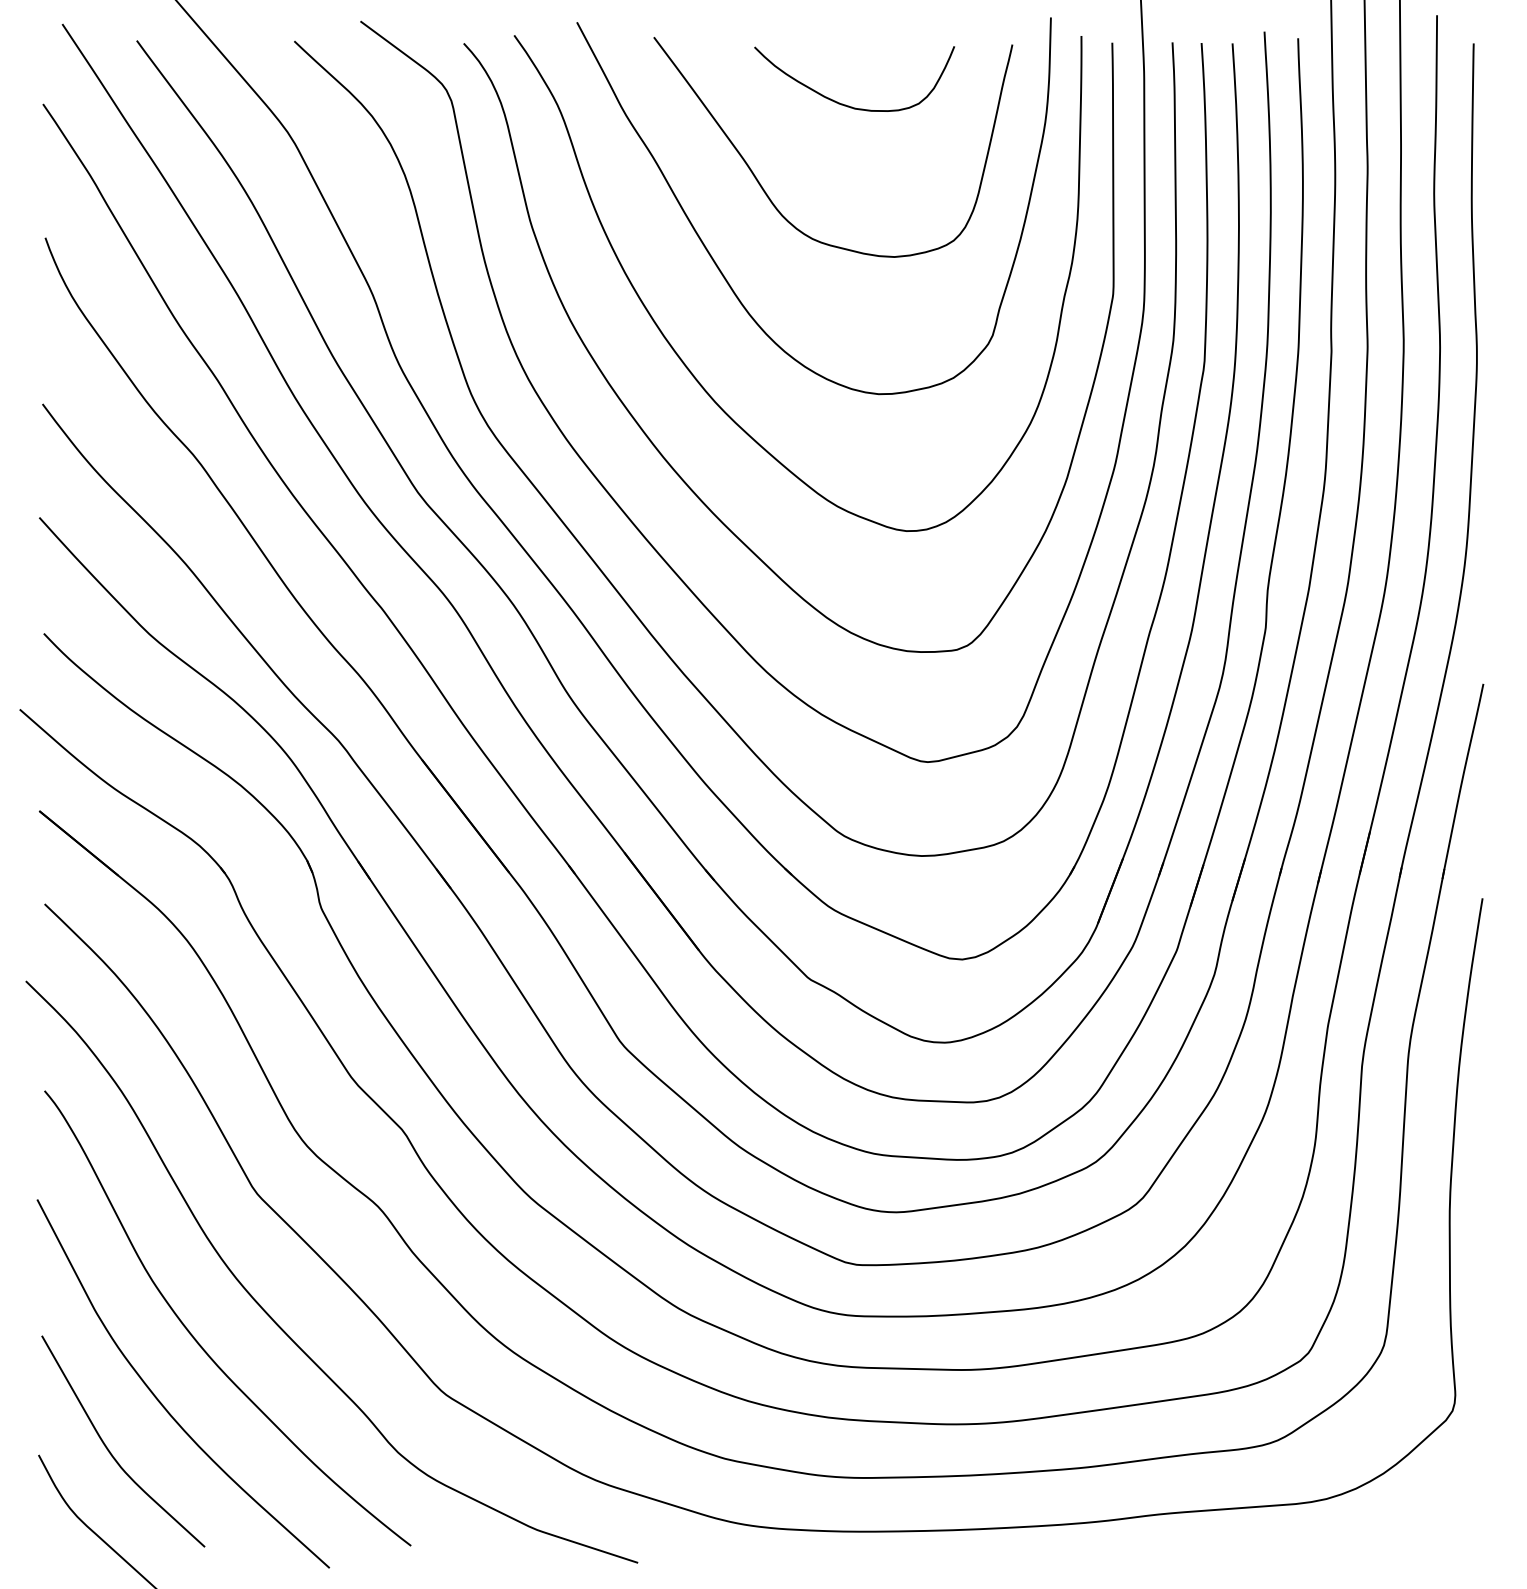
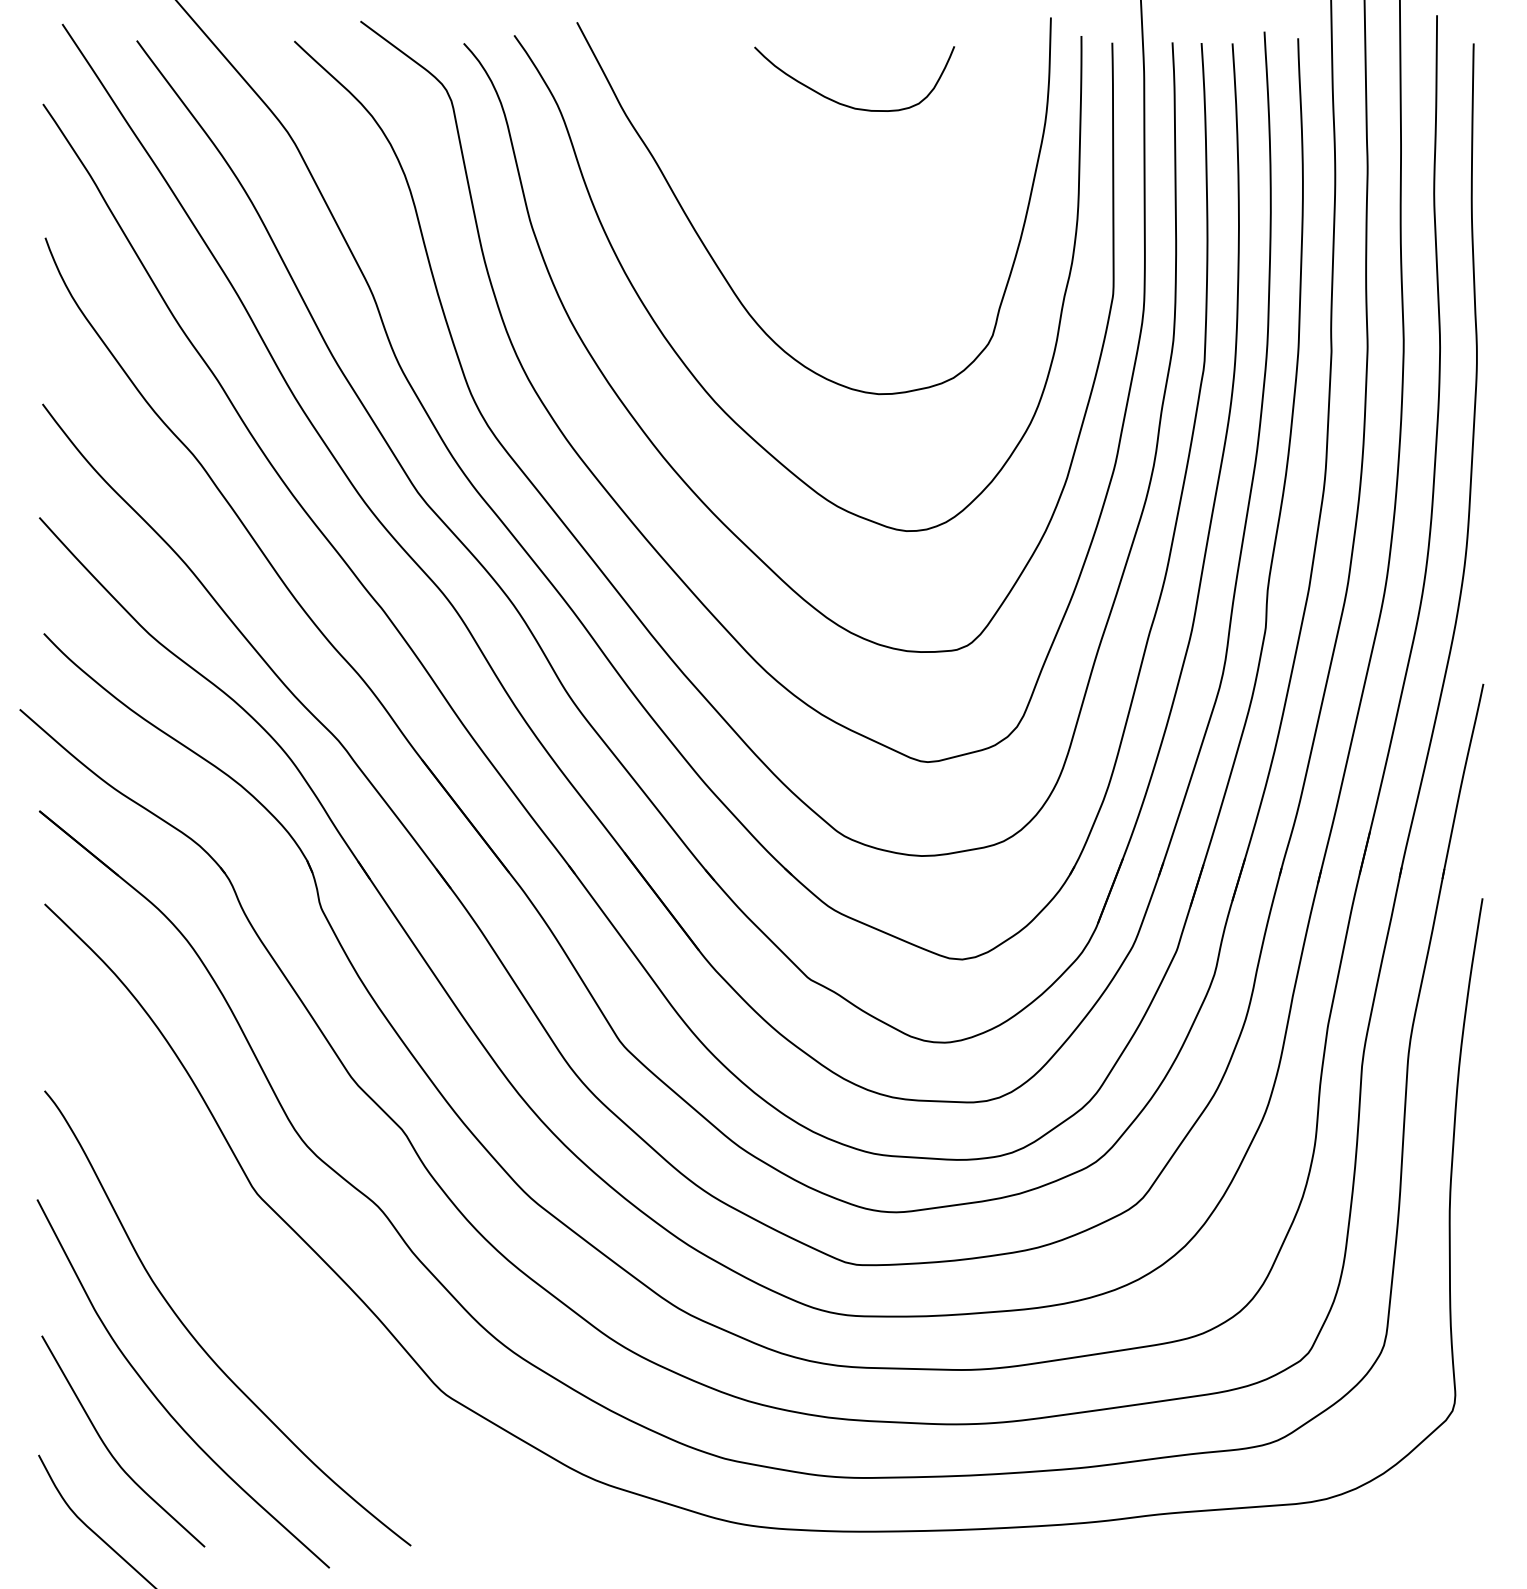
curve at (766, 192): present -> none
curve at (278, 1324): present -> none
